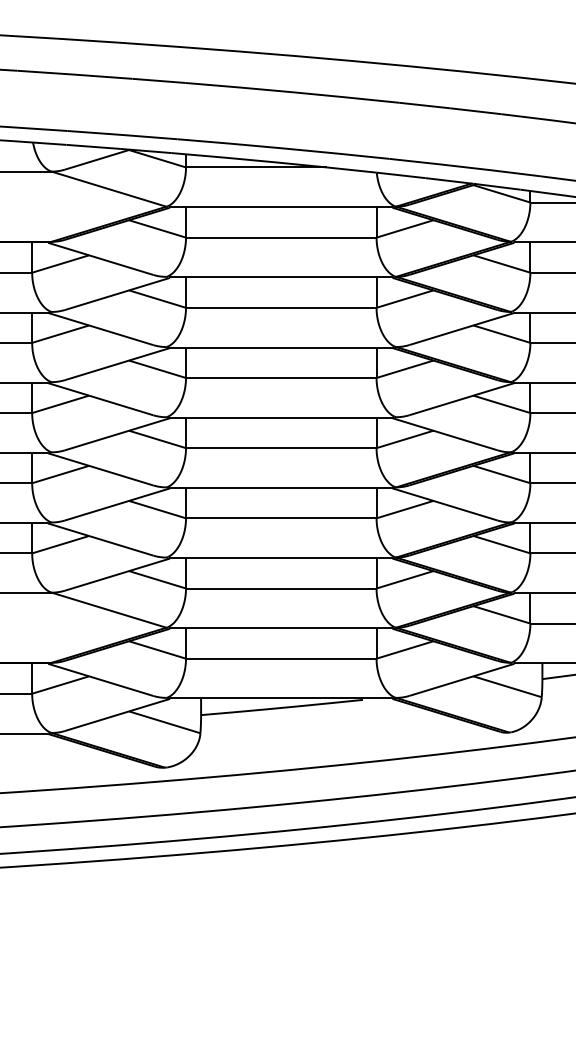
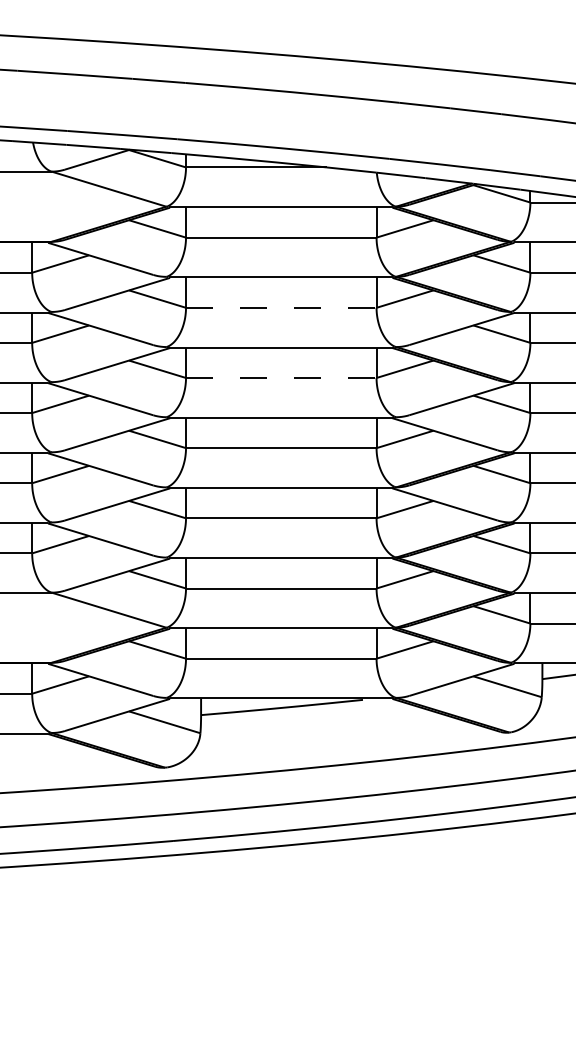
line at (281, 307): solid -> dashed
line at (281, 377): solid -> dashed
